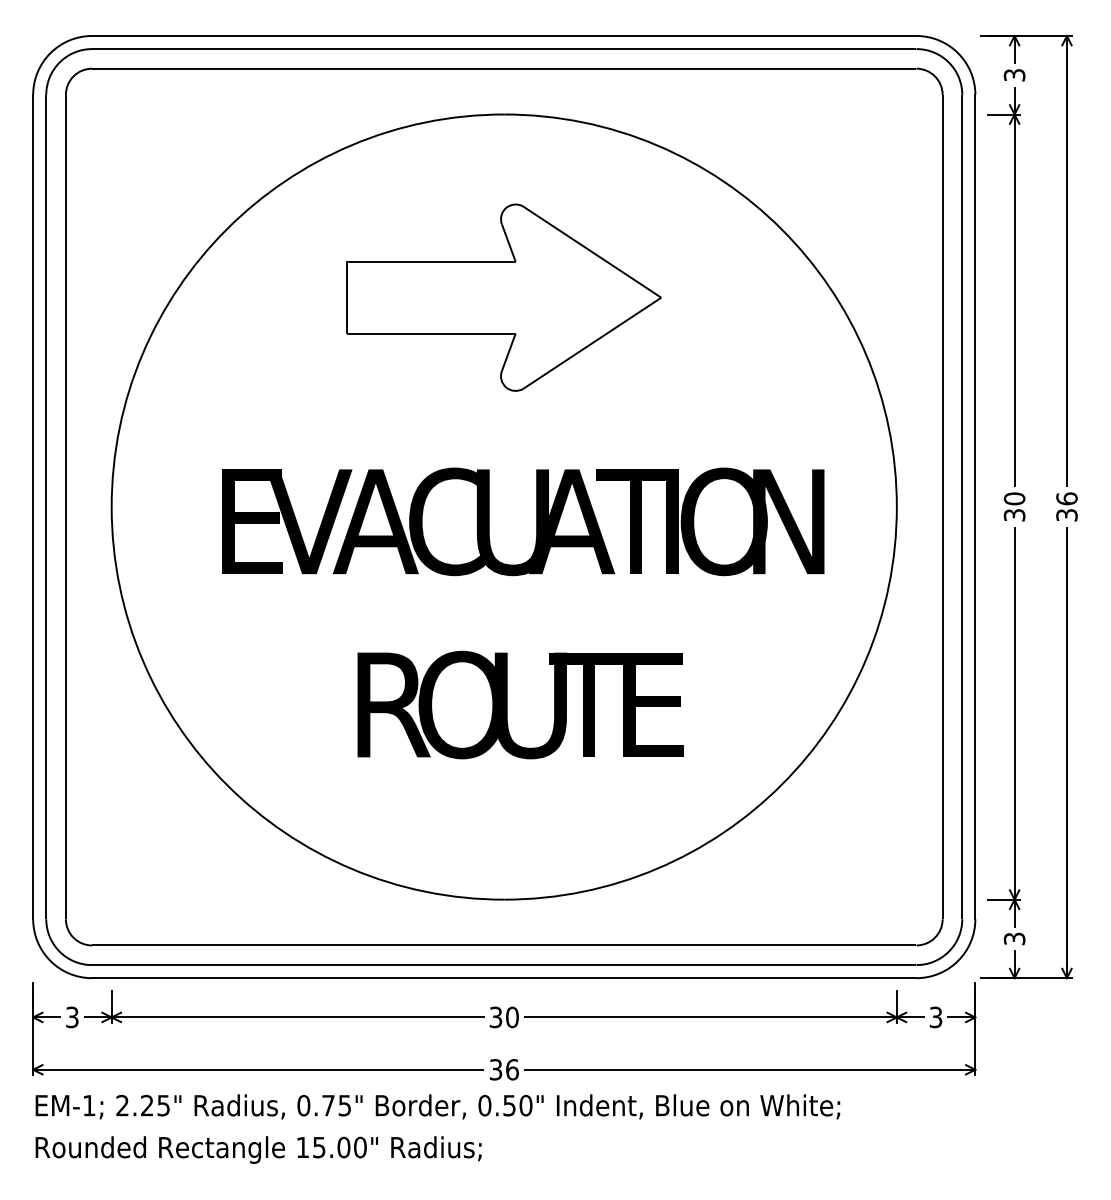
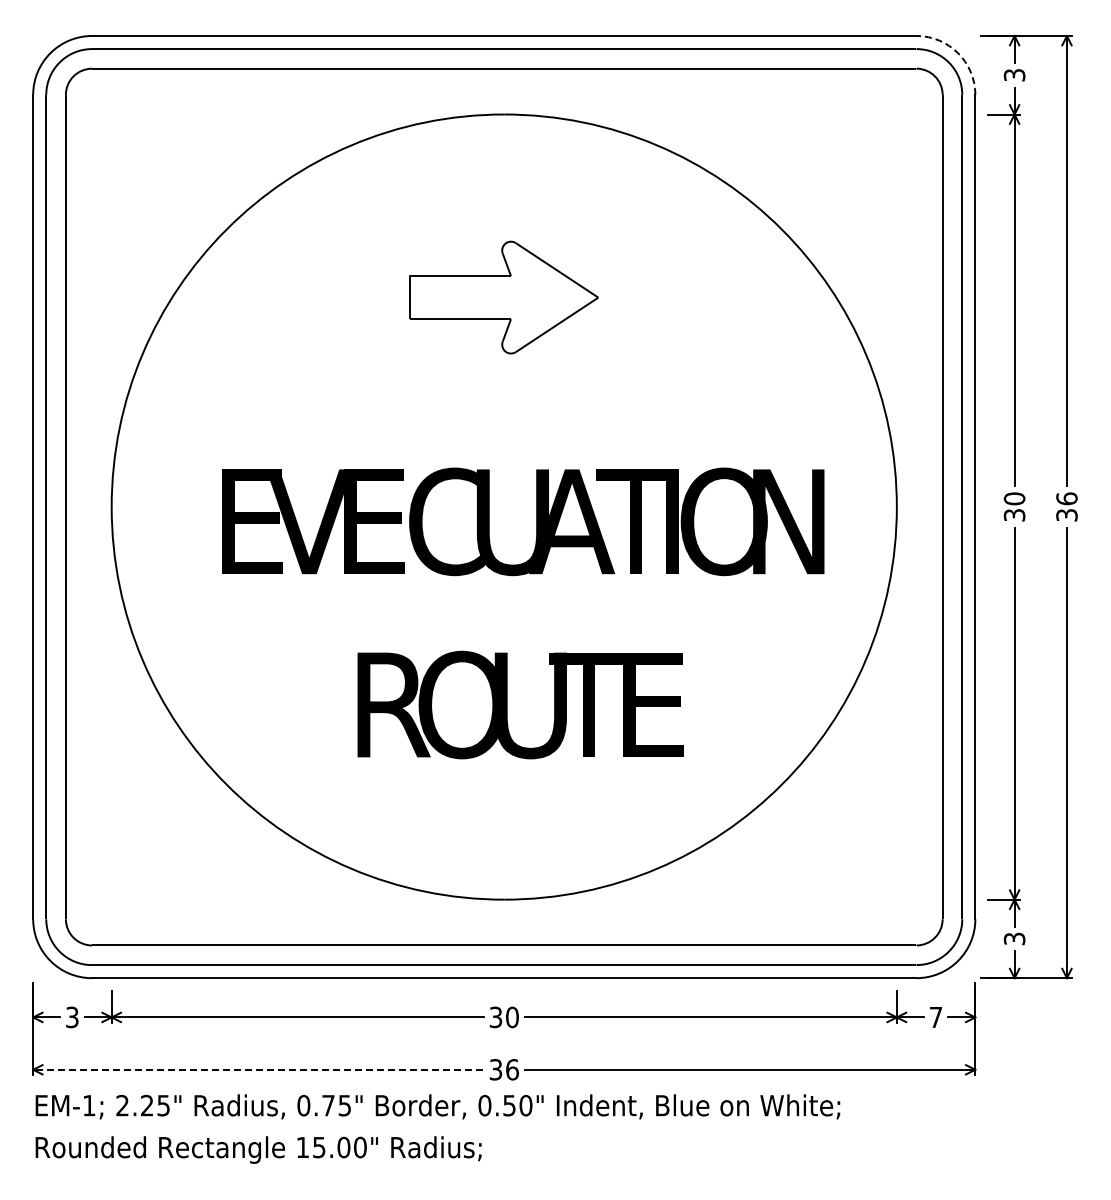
arc at (958, 53): solid -> dashed
part at (503, 297) size: 316x189 px -> 190x115 px
text at (375, 521): A -> E
text at (935, 1017): 3 -> 7
line at (257, 1069): solid -> dashed
